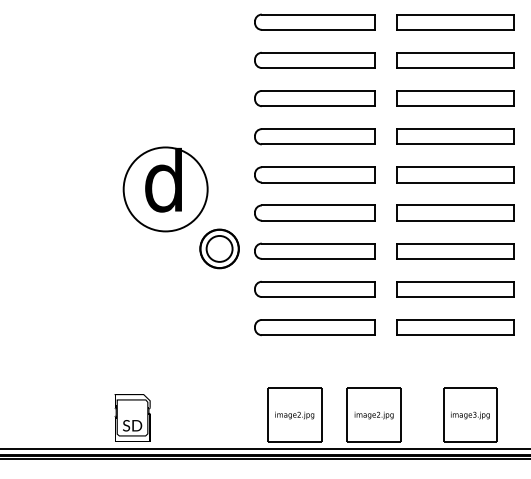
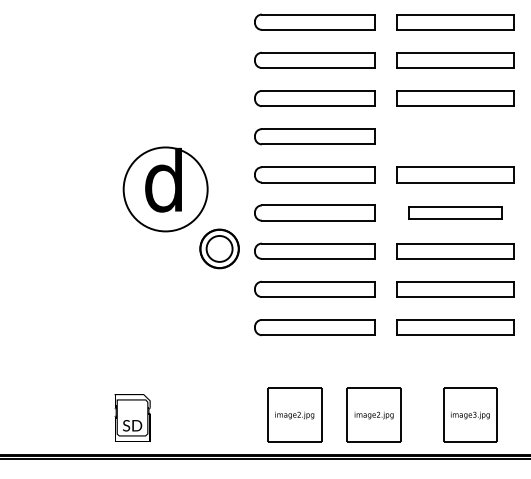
part at (455, 136): present -> none
part at (455, 212) size: 119x18 px -> 95x14 px
line at (264, 449): present -> none
